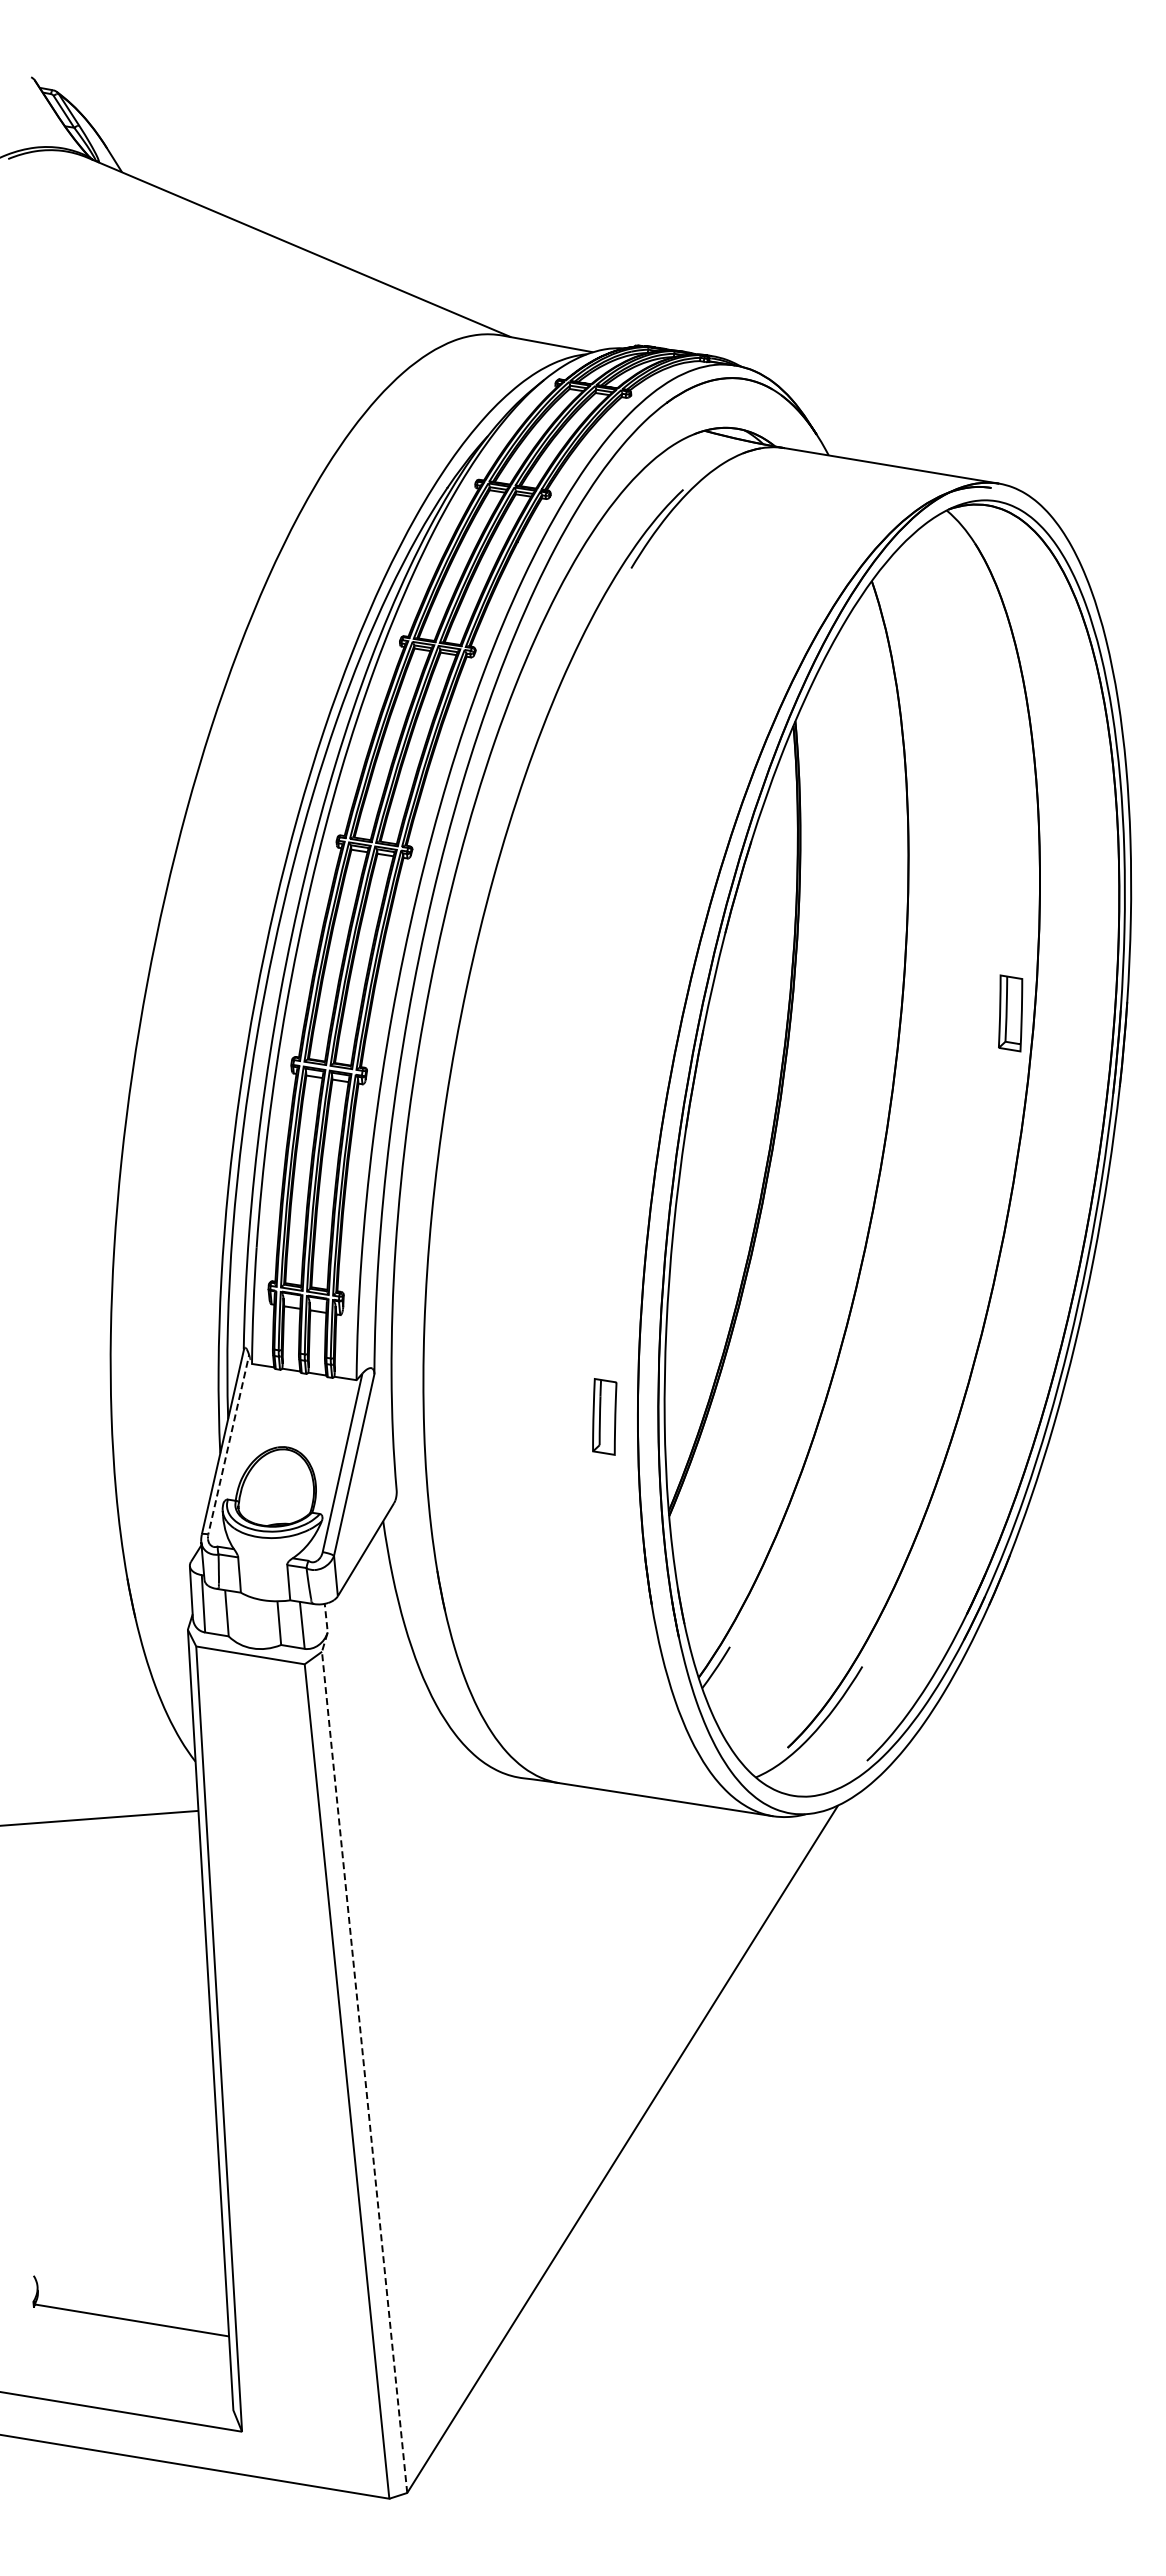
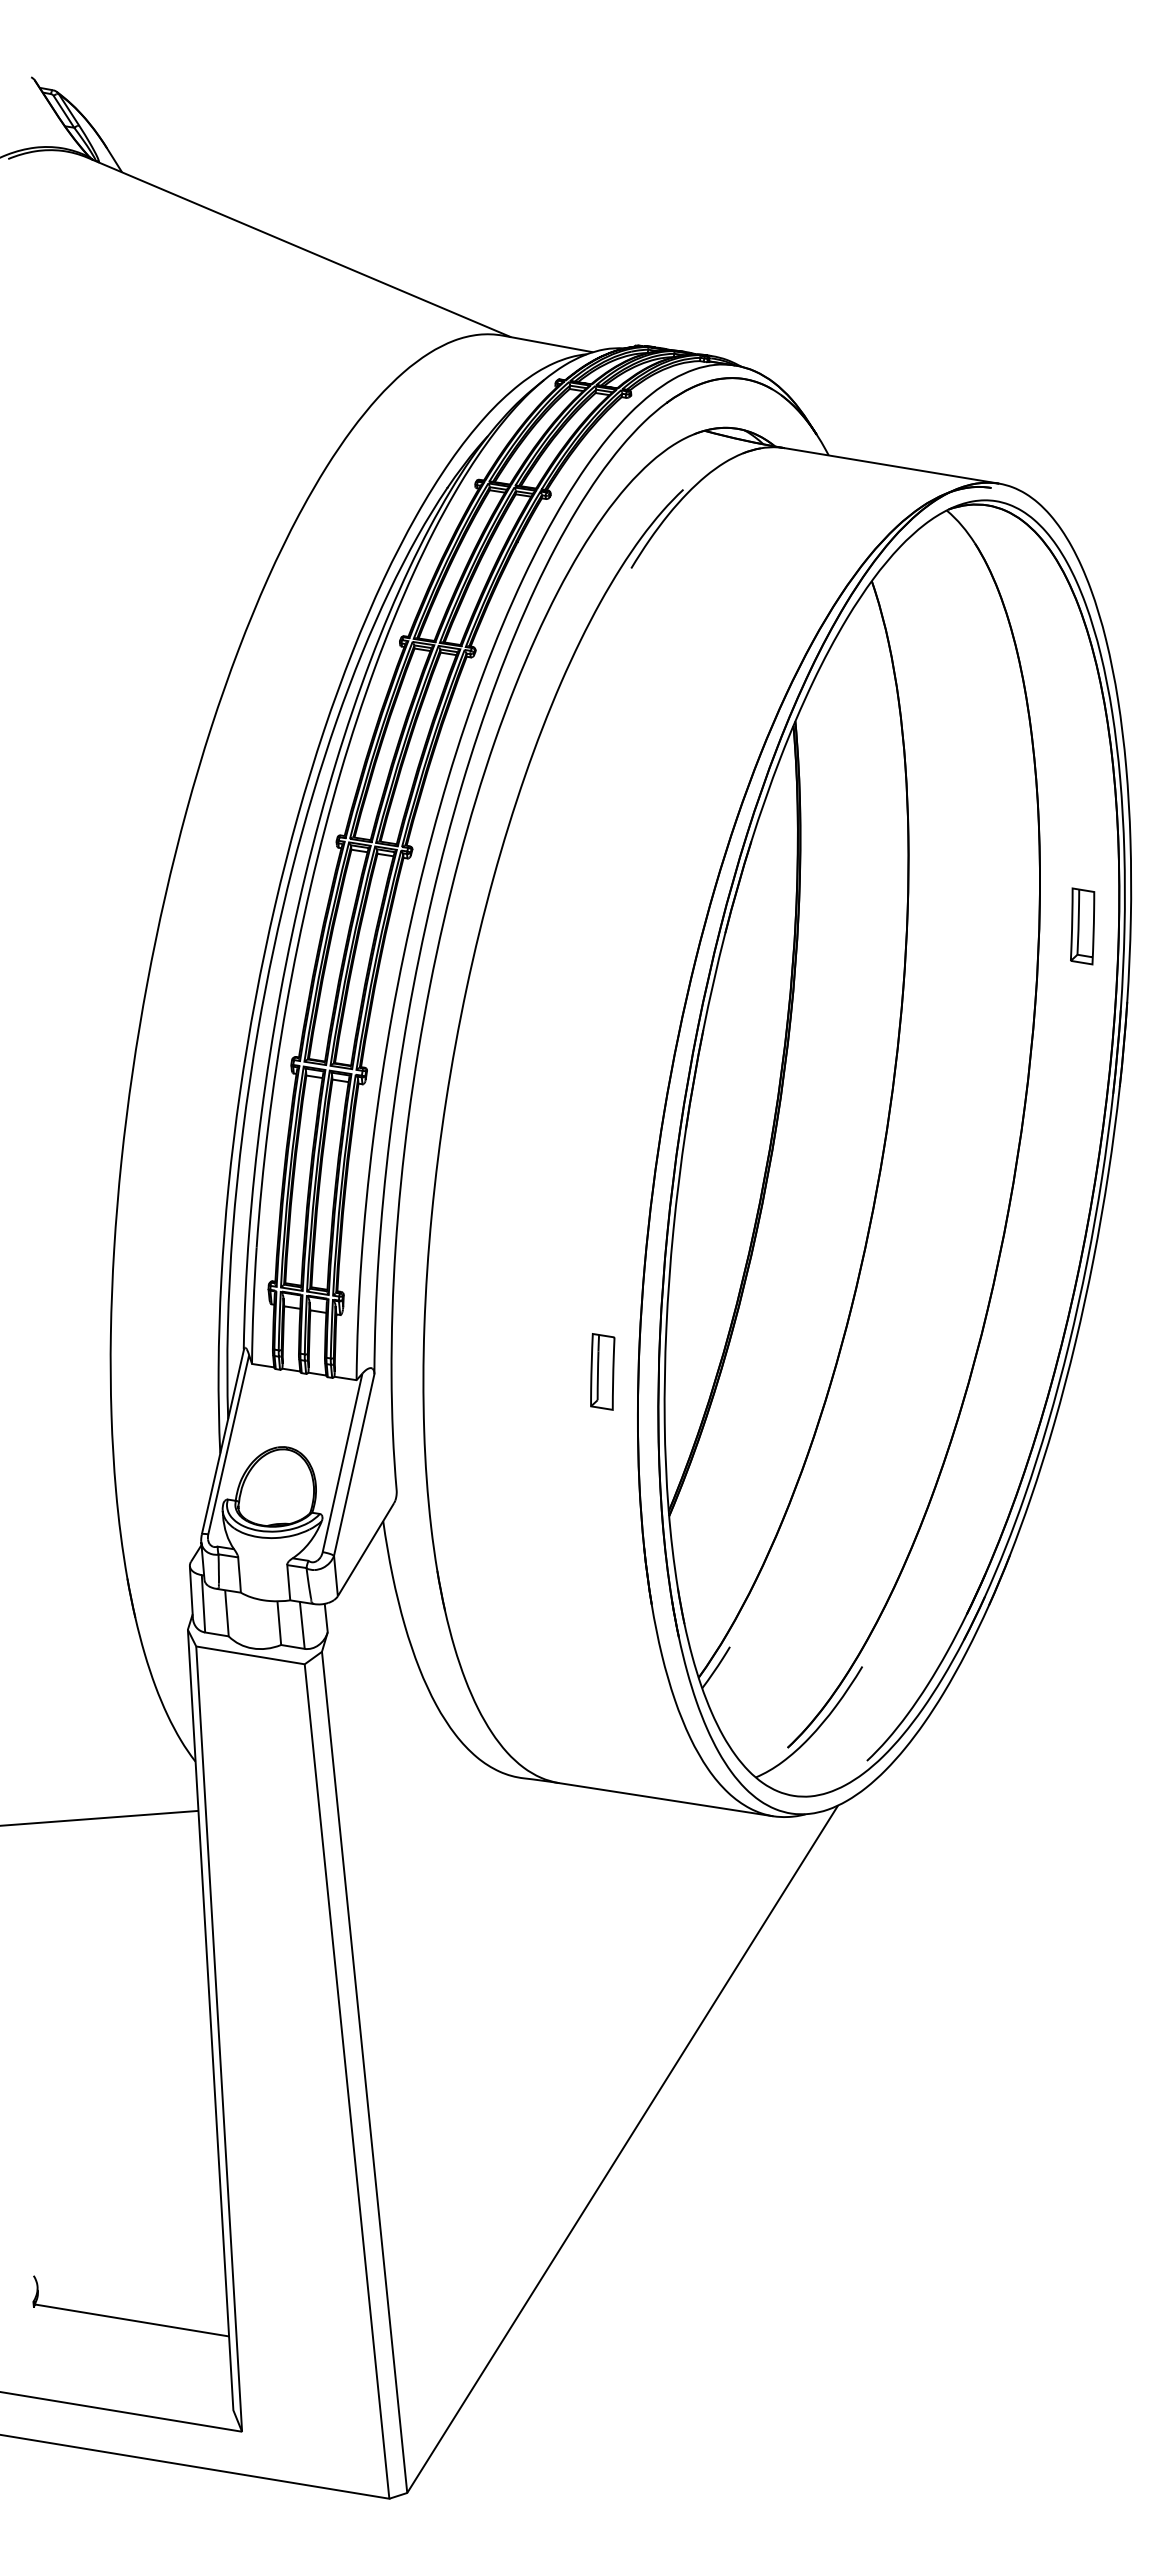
part at (1010, 1013) position: (1010, 1013) -> (1082, 926)
part at (604, 1416) position: (604, 1416) -> (602, 1371)
line at (229, 1442): dashed -> solid
line at (362, 2046): dashed -> solid
